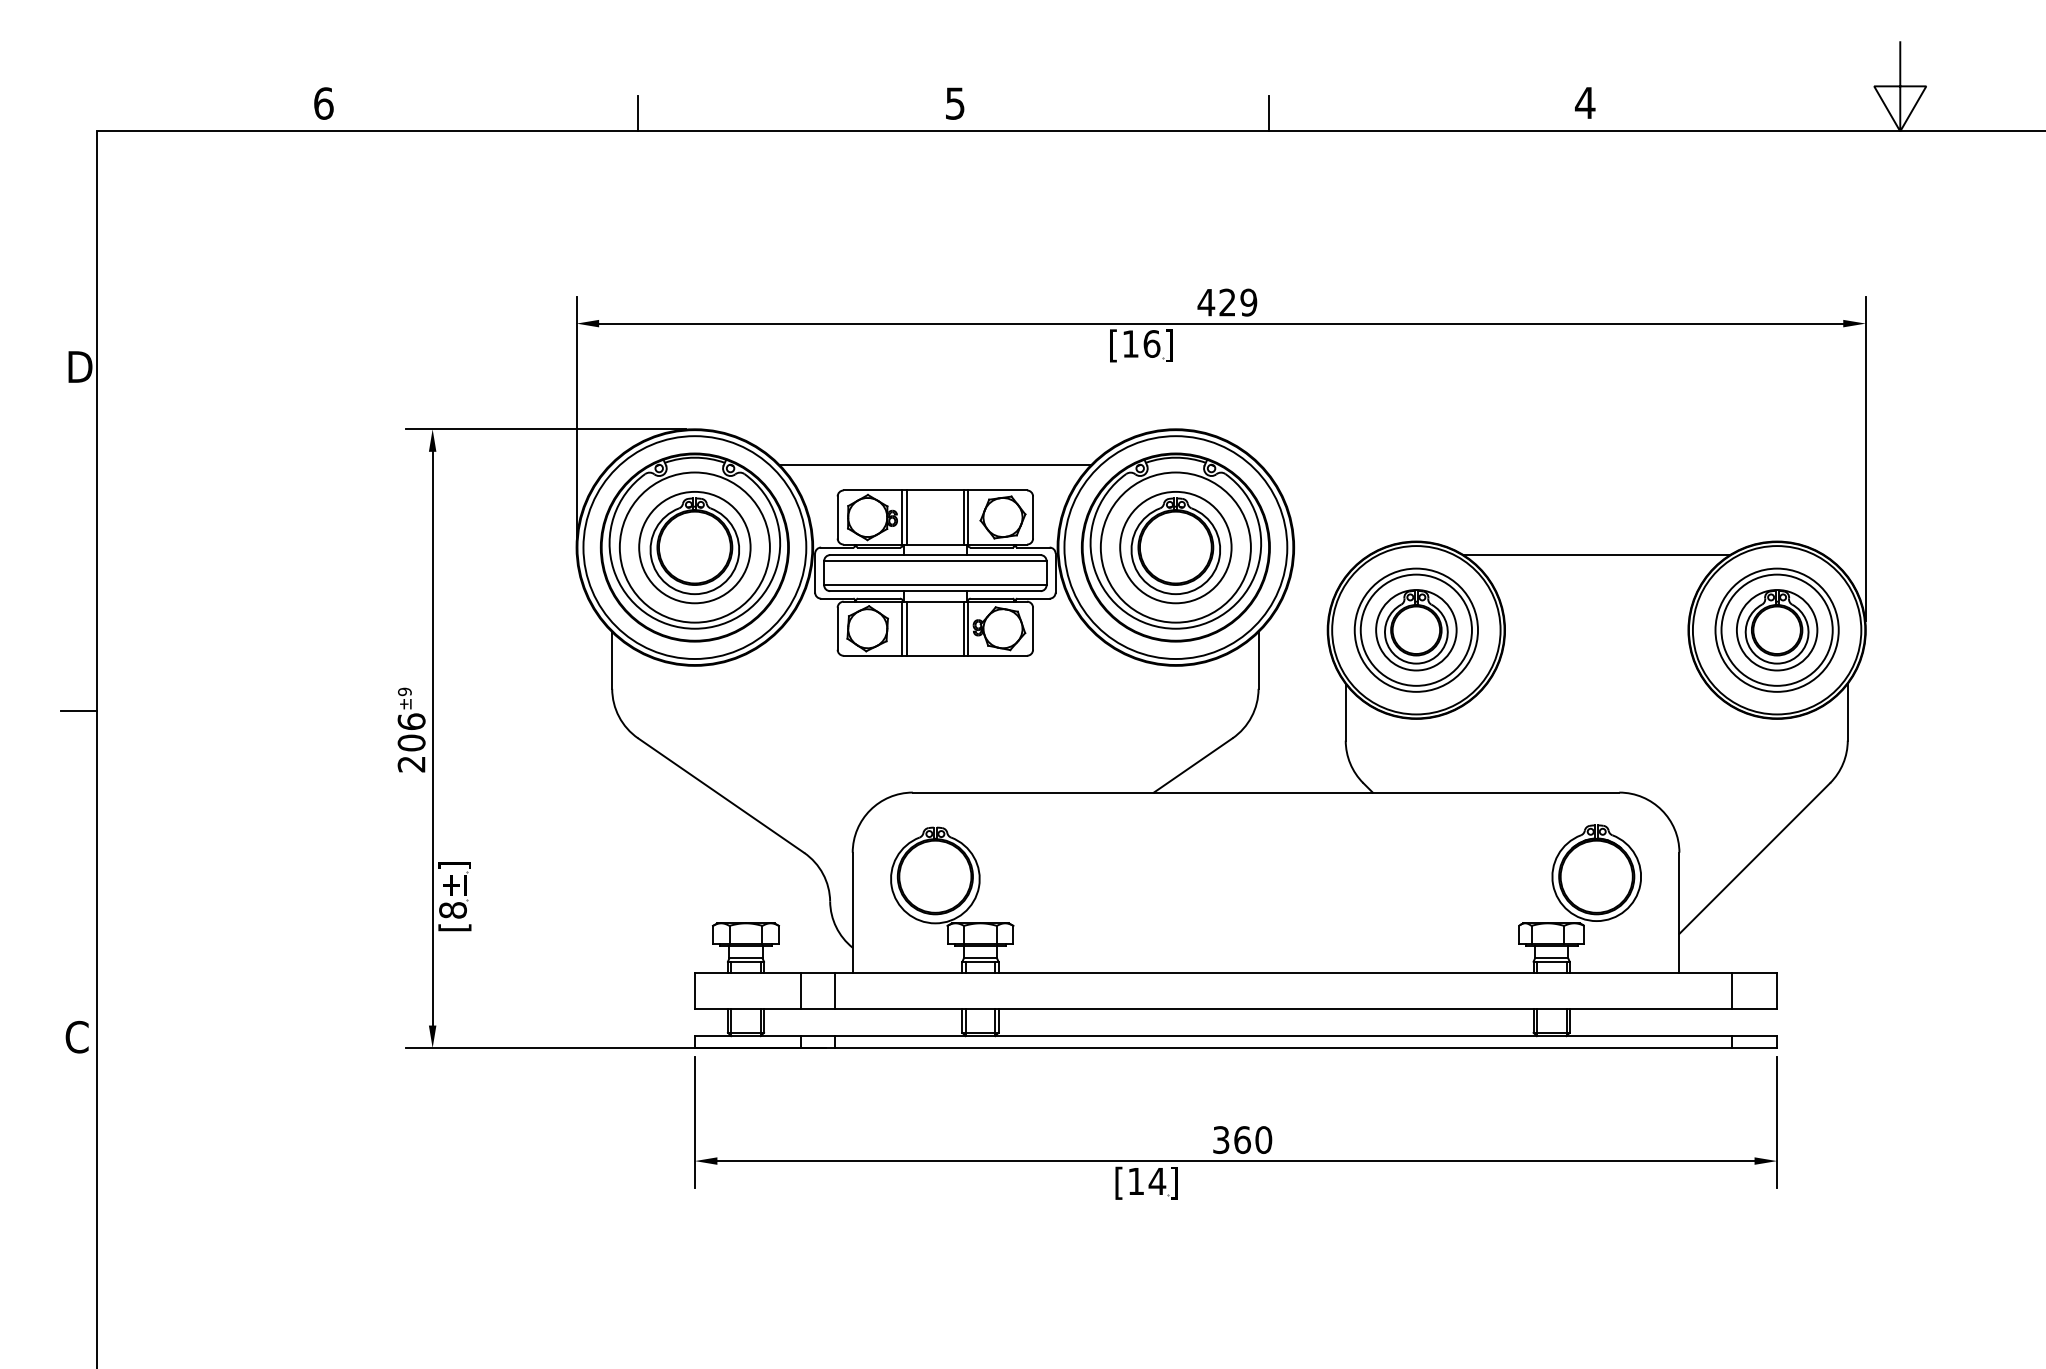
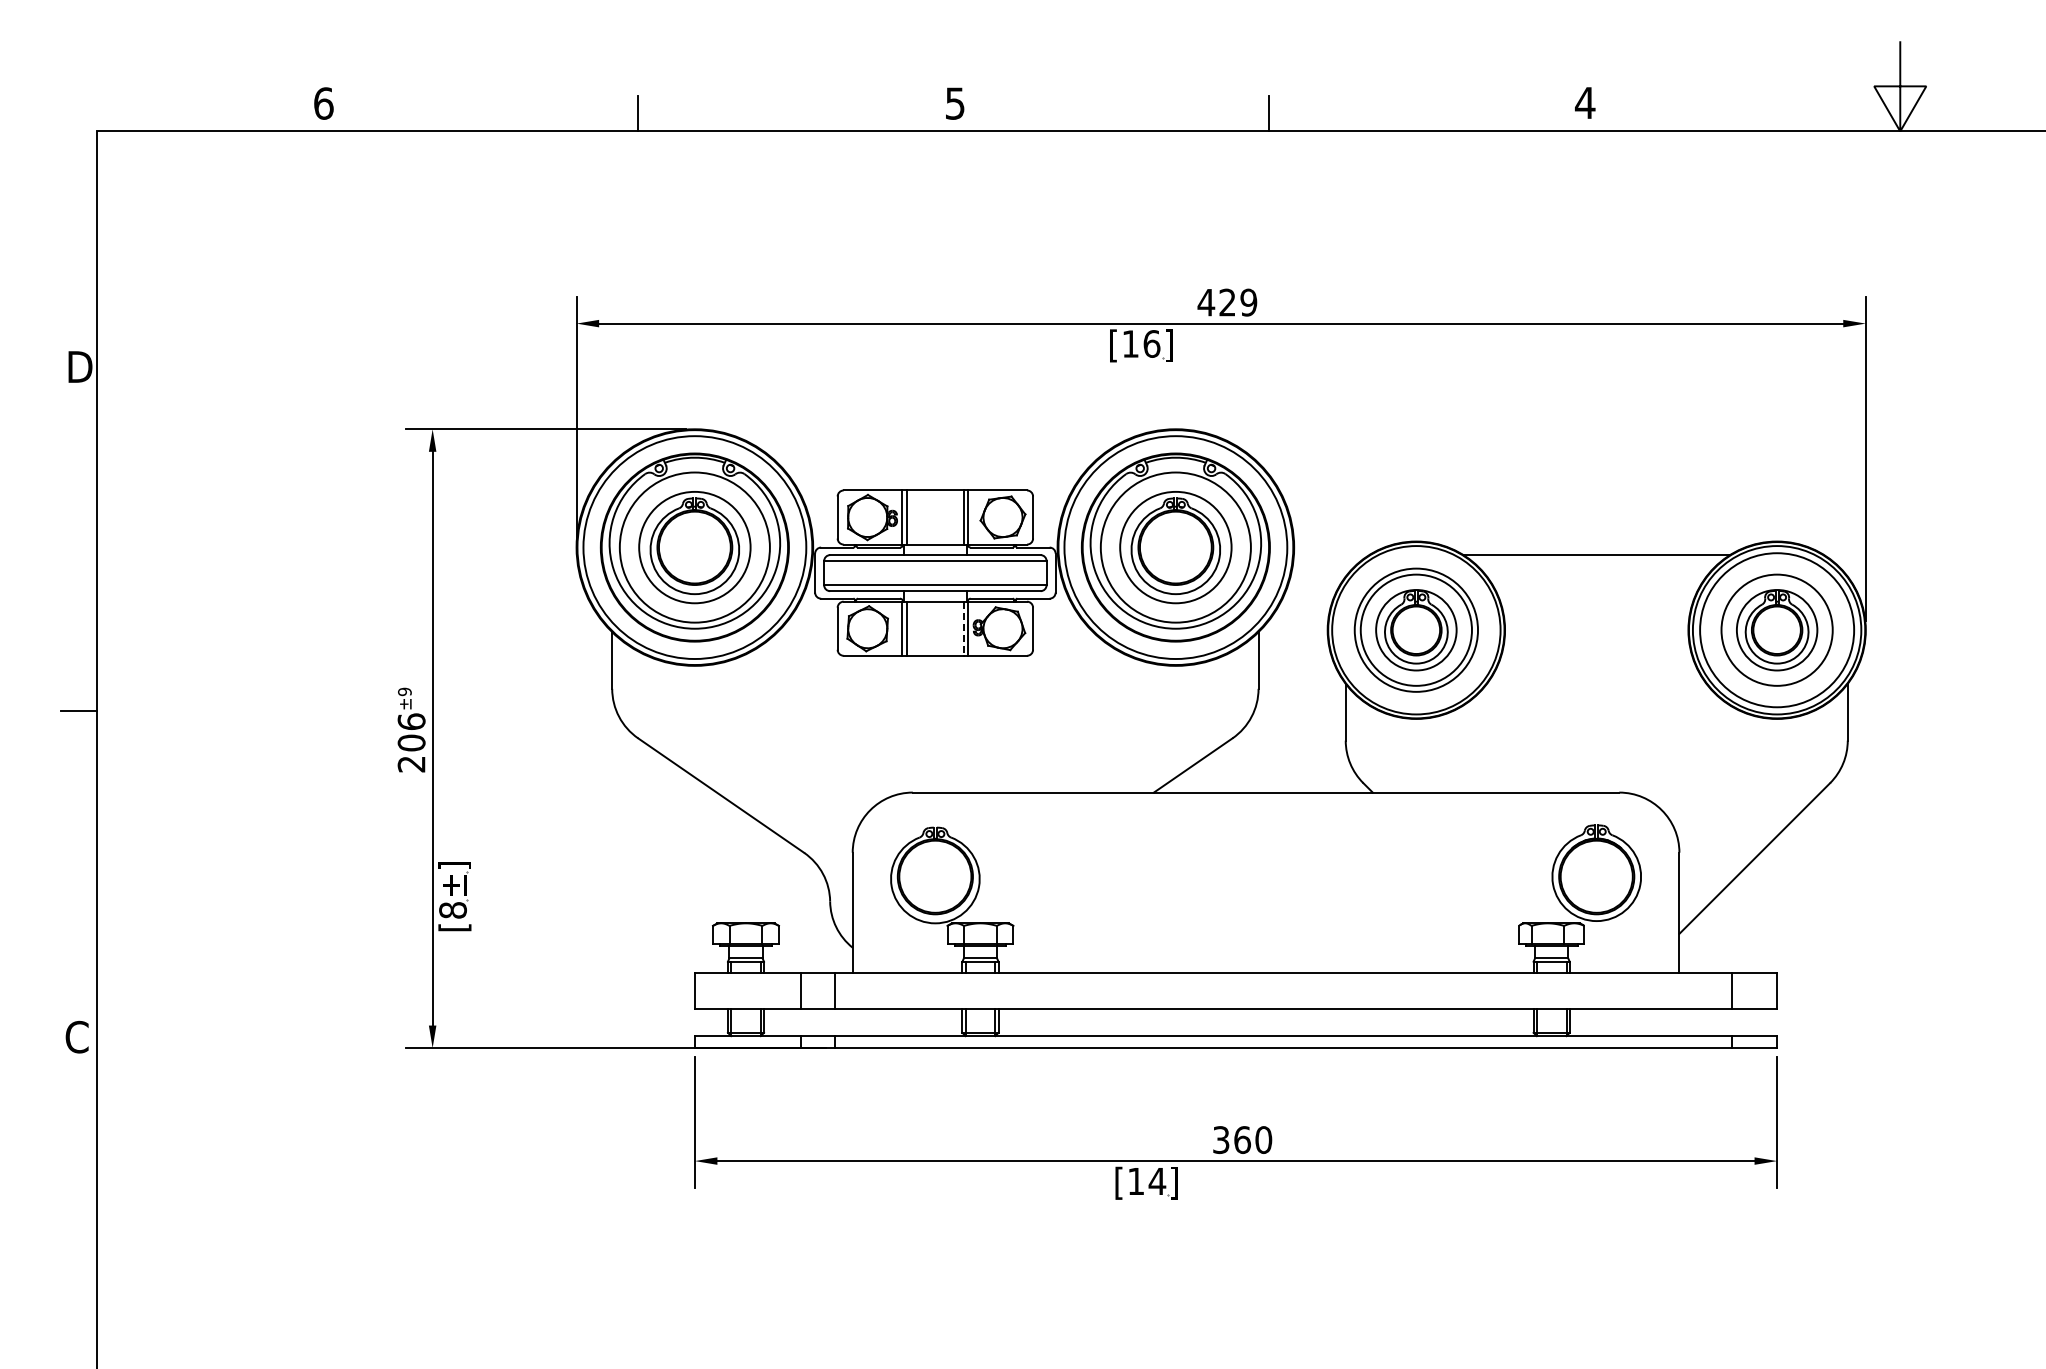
line at (935, 464): present -> none
line at (963, 629): solid -> dashed
circle at (1776, 629) diameter: 123 px -> 154 px
